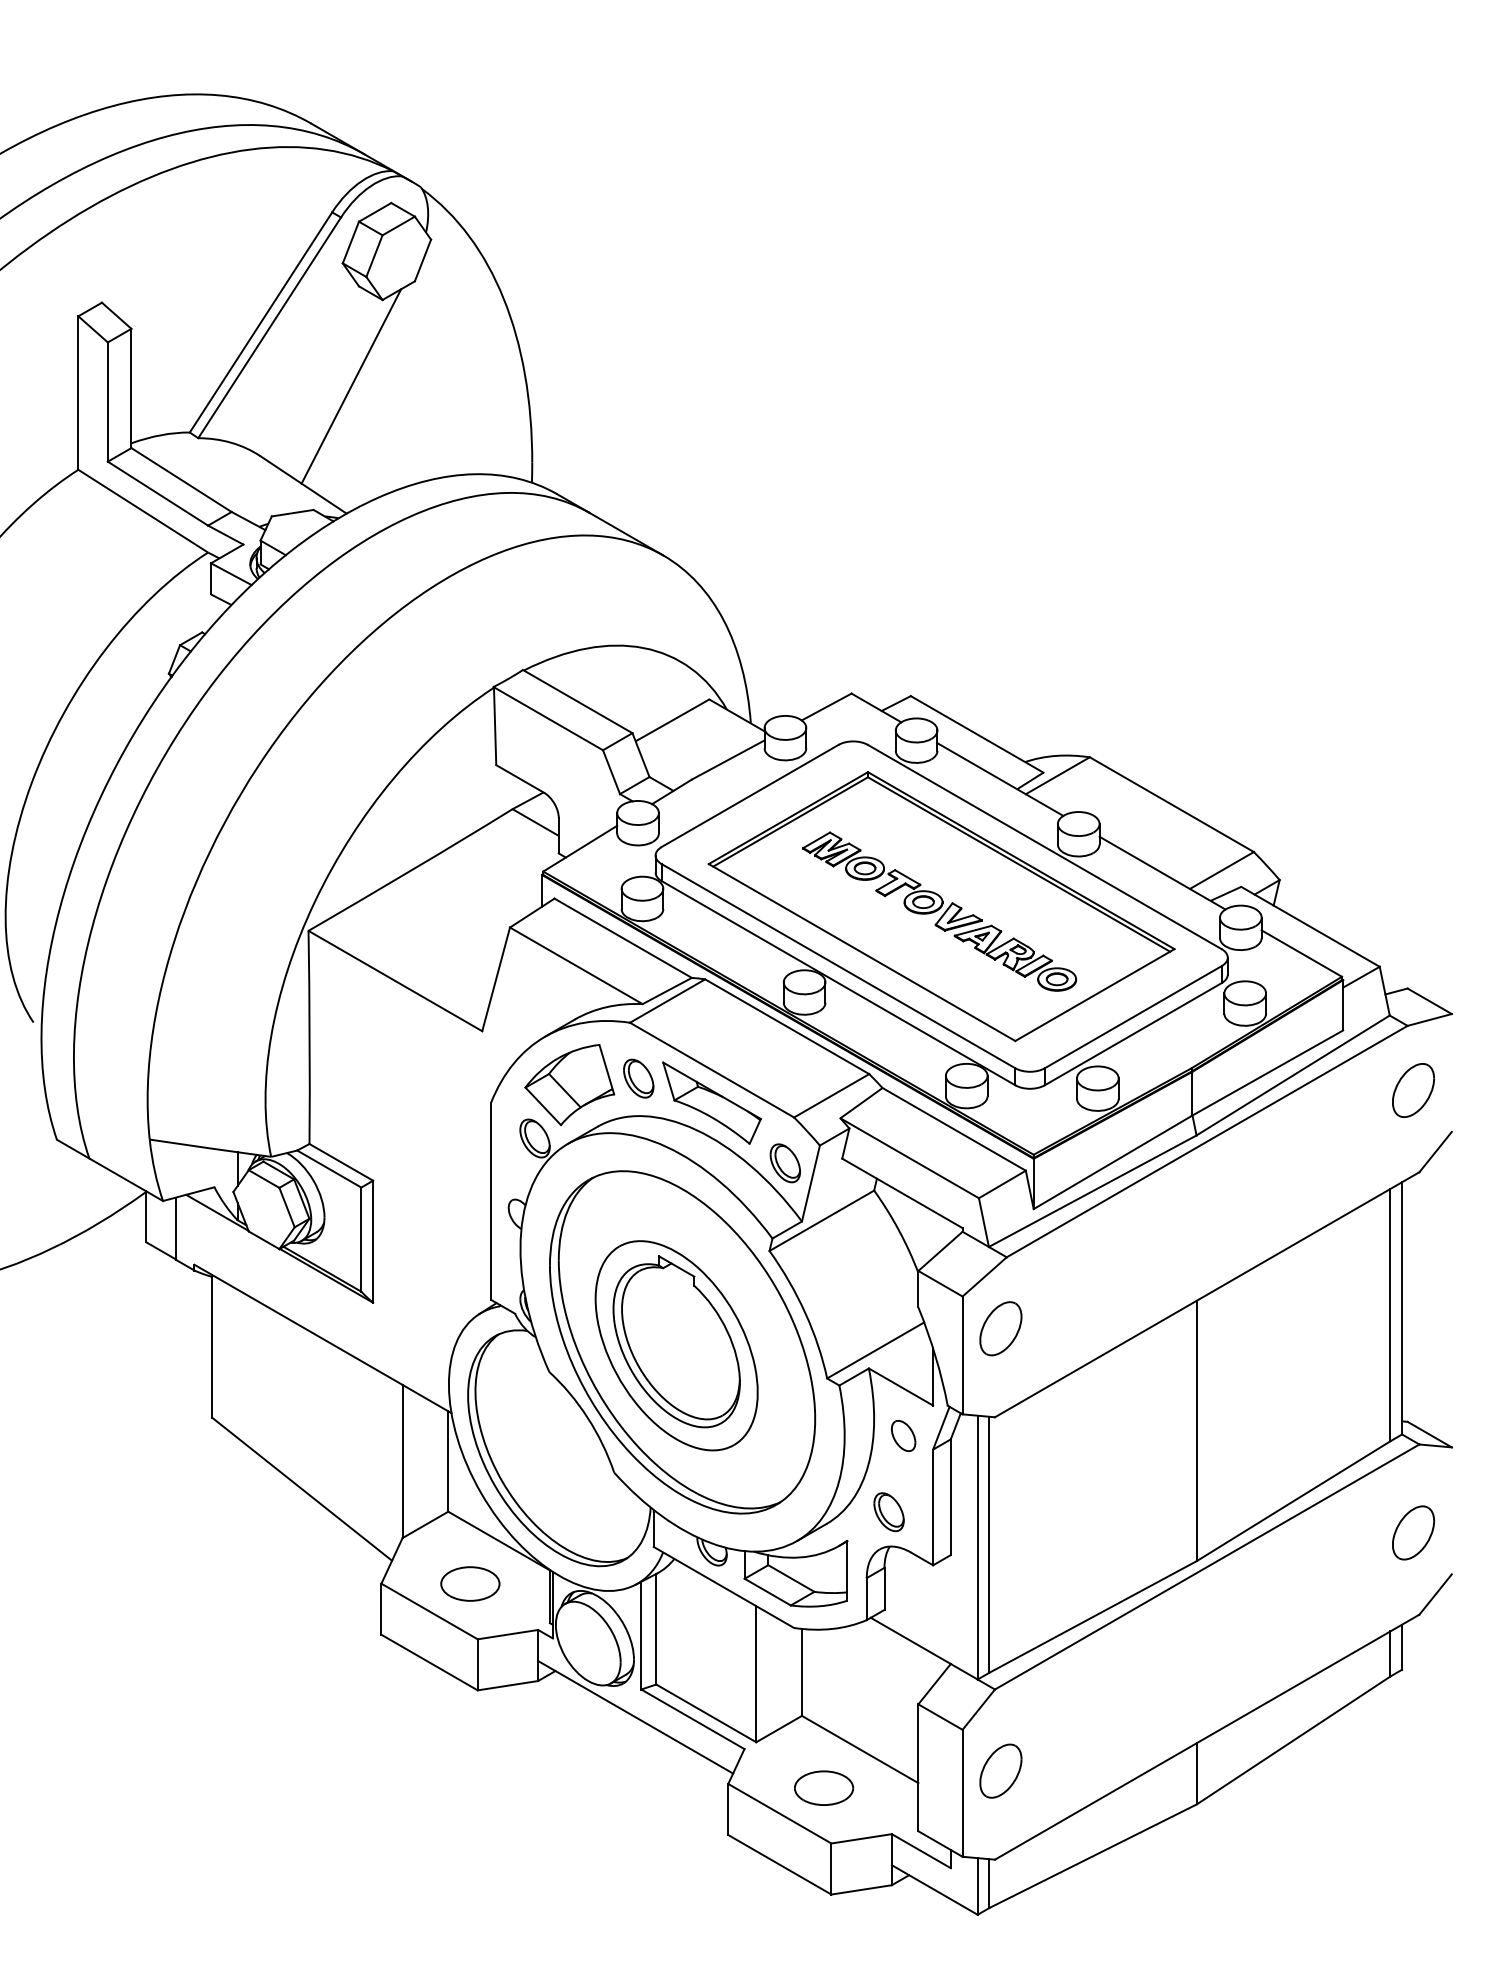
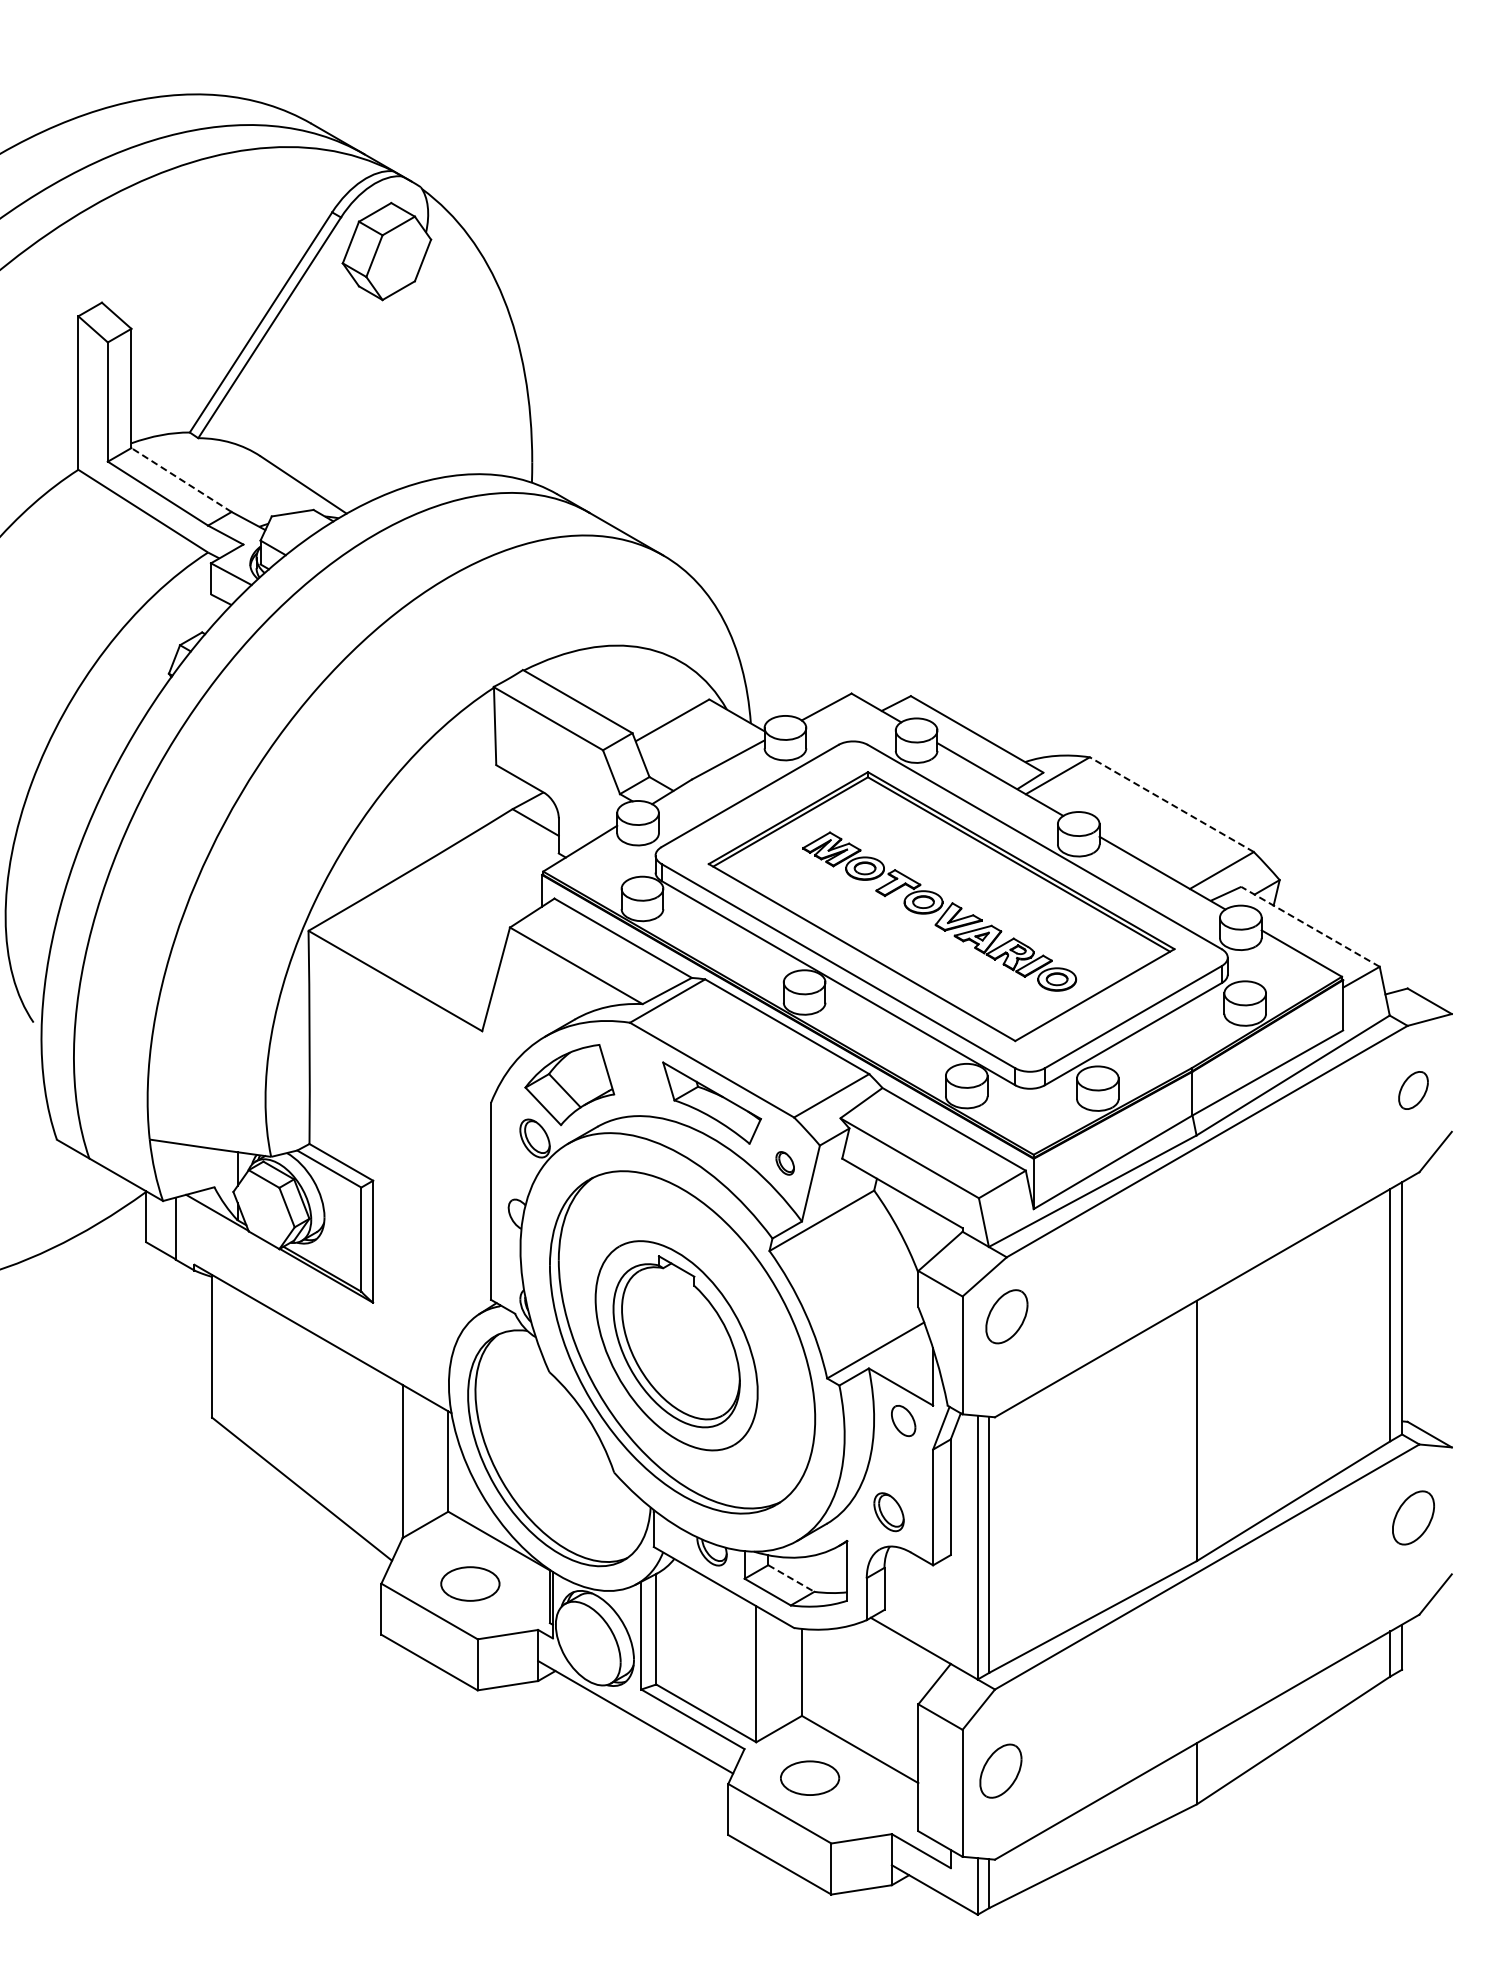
line at (351, 386): present -> none
line at (181, 479): solid -> dashed
line at (1171, 804): solid -> dashed
line at (1310, 926): solid -> dashed
part at (638, 1078): present -> none
part at (1413, 1090) size: 43x55 px -> 31x39 px
part at (784, 1163) size: 32x41 px -> 20x25 px
part at (1000, 1328) position: (1000, 1328) -> (1006, 1316)
part at (903, 1435) position: (903, 1435) -> (903, 1420)
part at (1413, 1532) position: (1413, 1532) -> (1413, 1517)
line at (791, 1578): solid -> dashed
part at (824, 1787) position: (824, 1787) -> (810, 1777)
